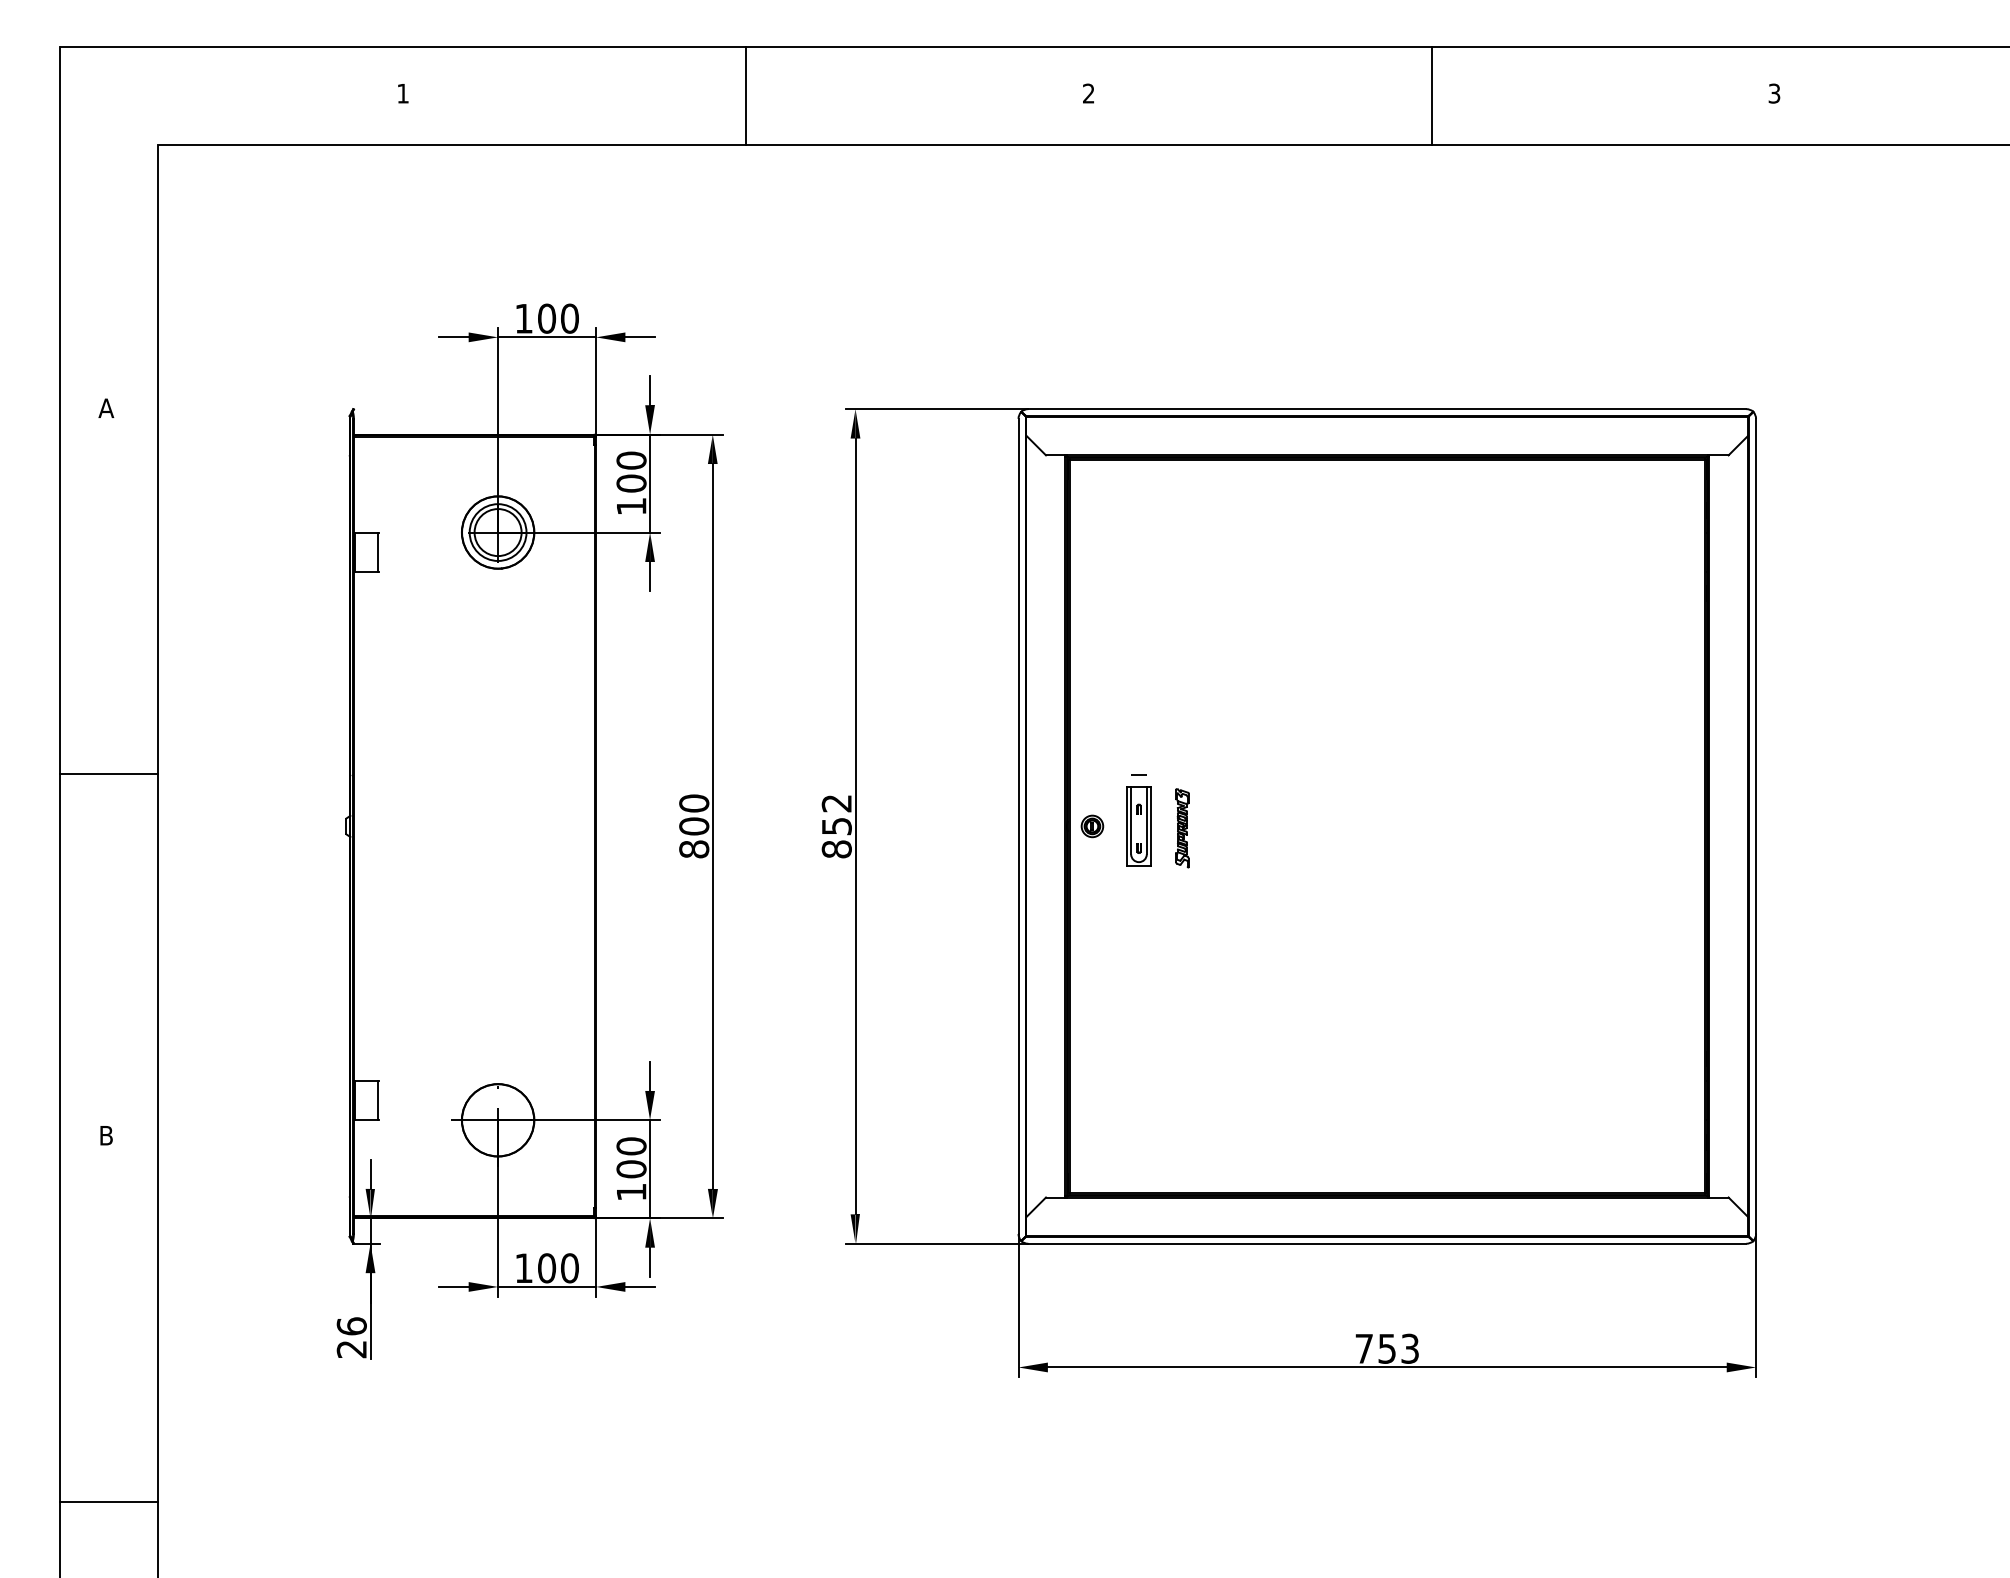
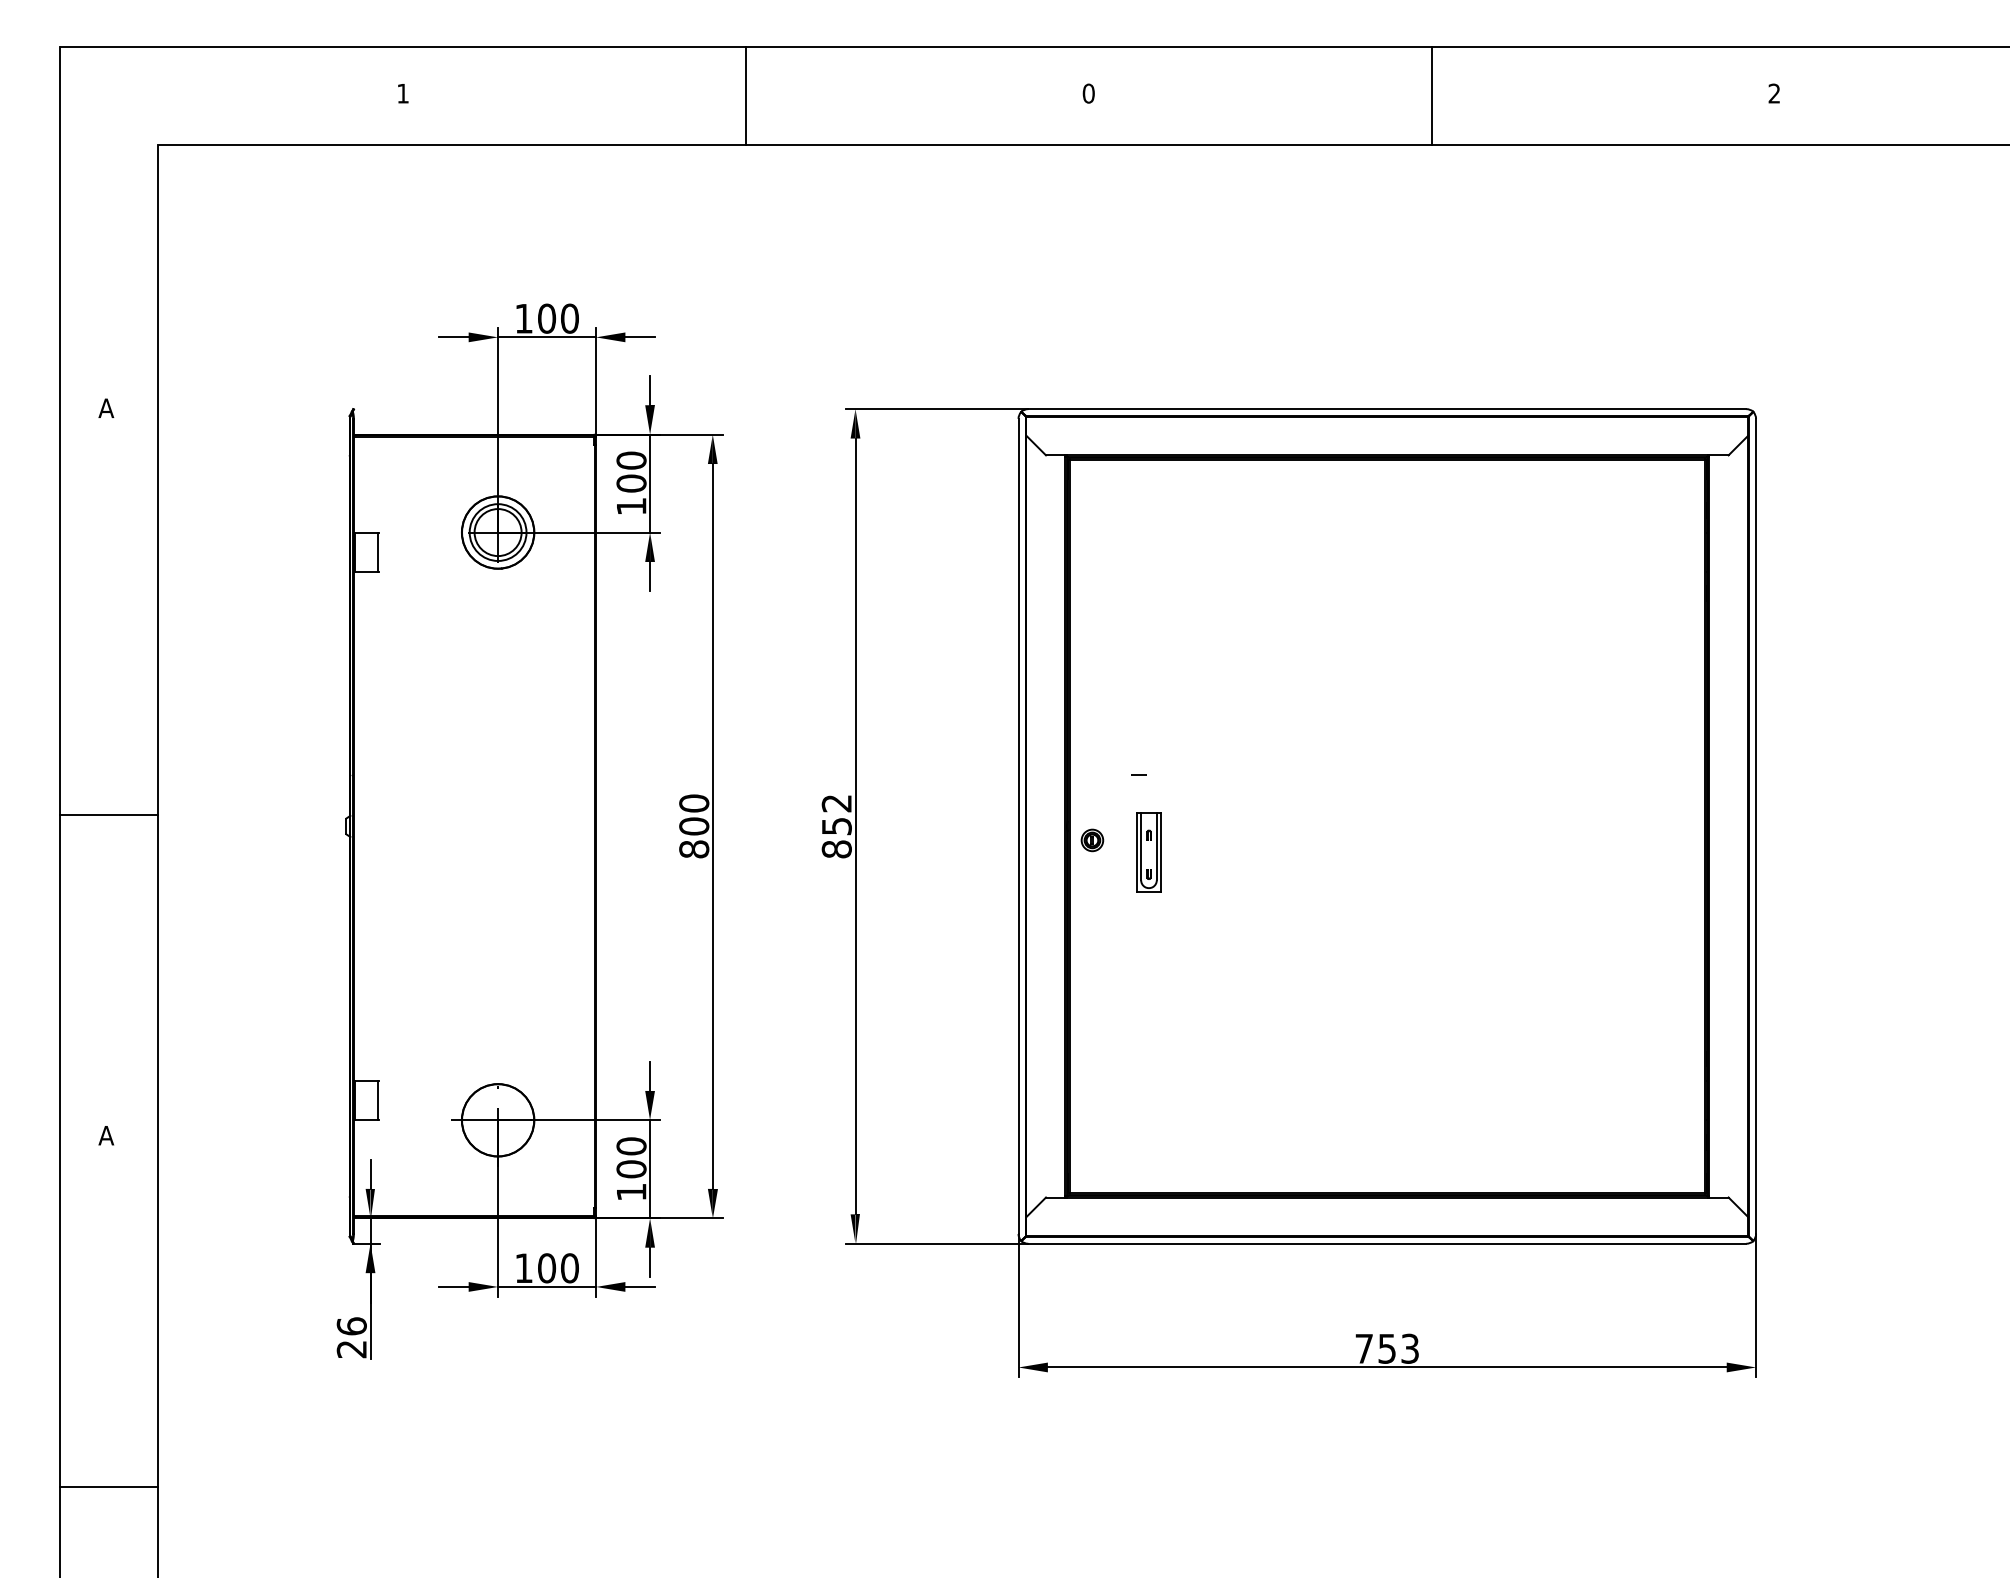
text at (1088, 93): 2 -> 0
text at (1774, 93): 3 -> 2
line at (109, 774) position: (109, 774) -> (109, 815)
part at (1092, 826) position: (1092, 826) -> (1092, 840)
part at (1138, 826) position: (1138, 826) -> (1148, 852)
part at (1182, 828): present -> none
text at (106, 1135): B -> A
line at (109, 1501) position: (109, 1501) -> (109, 1486)
